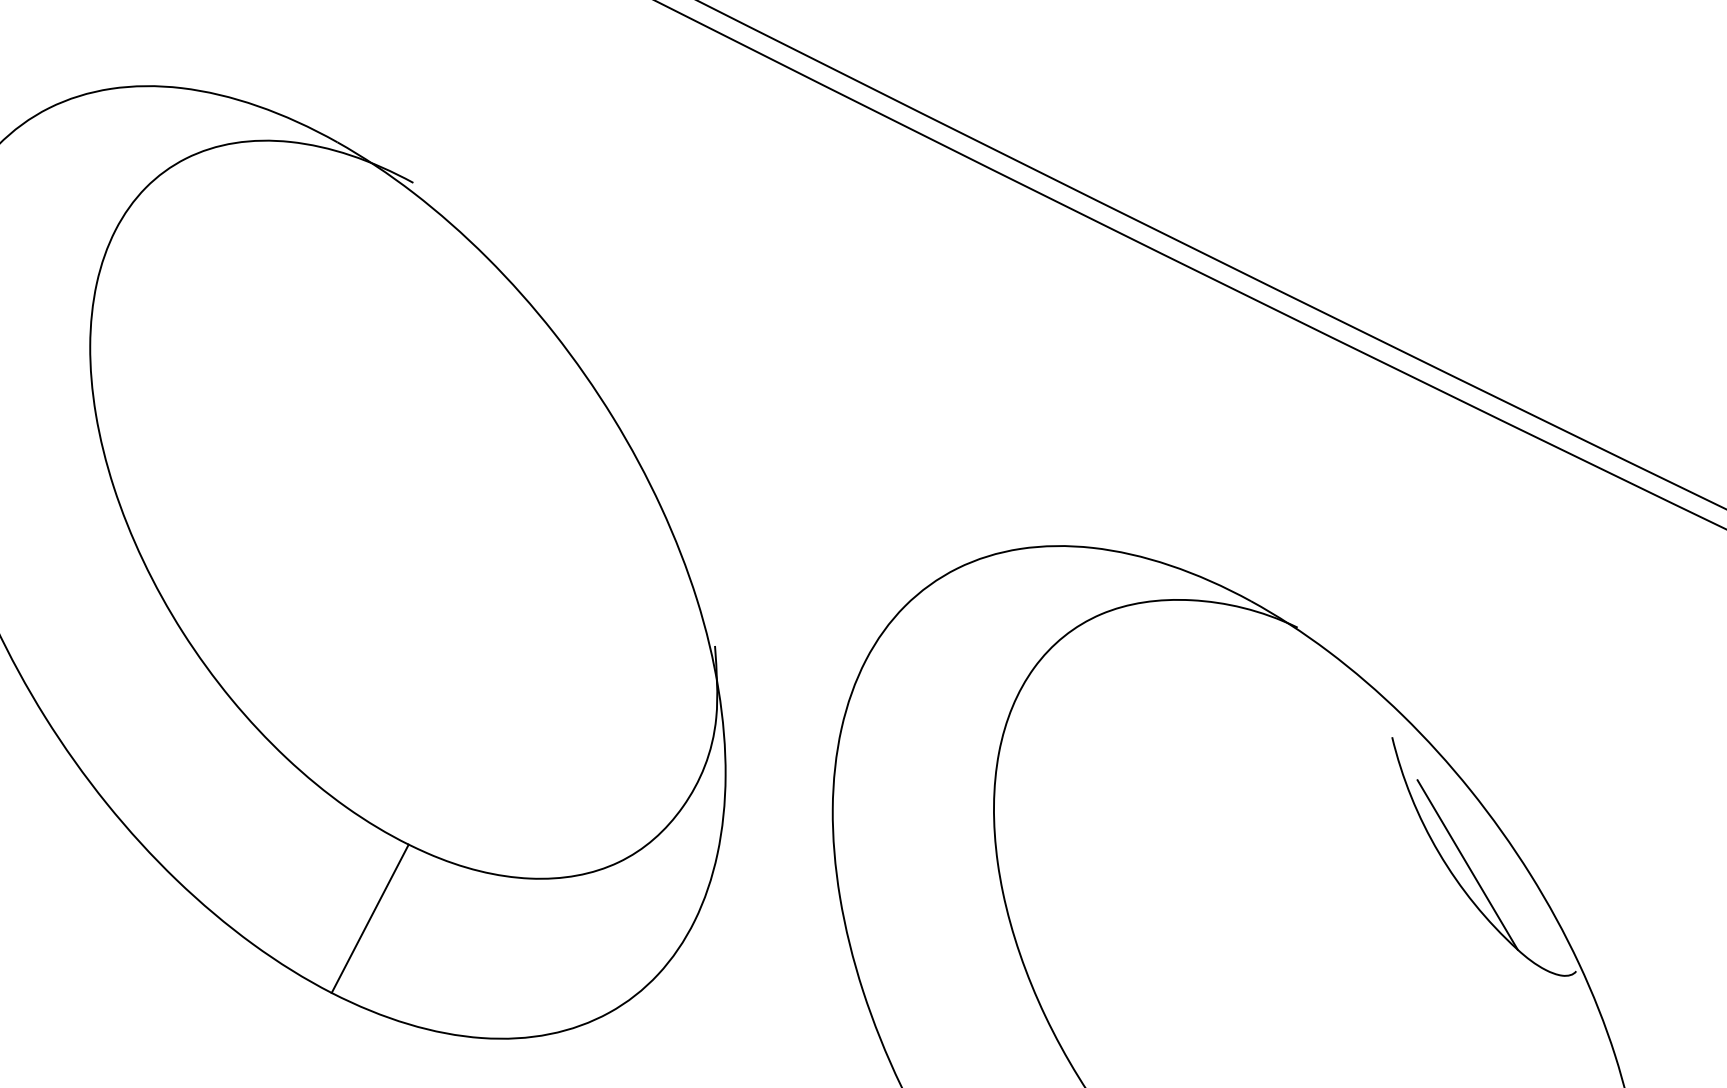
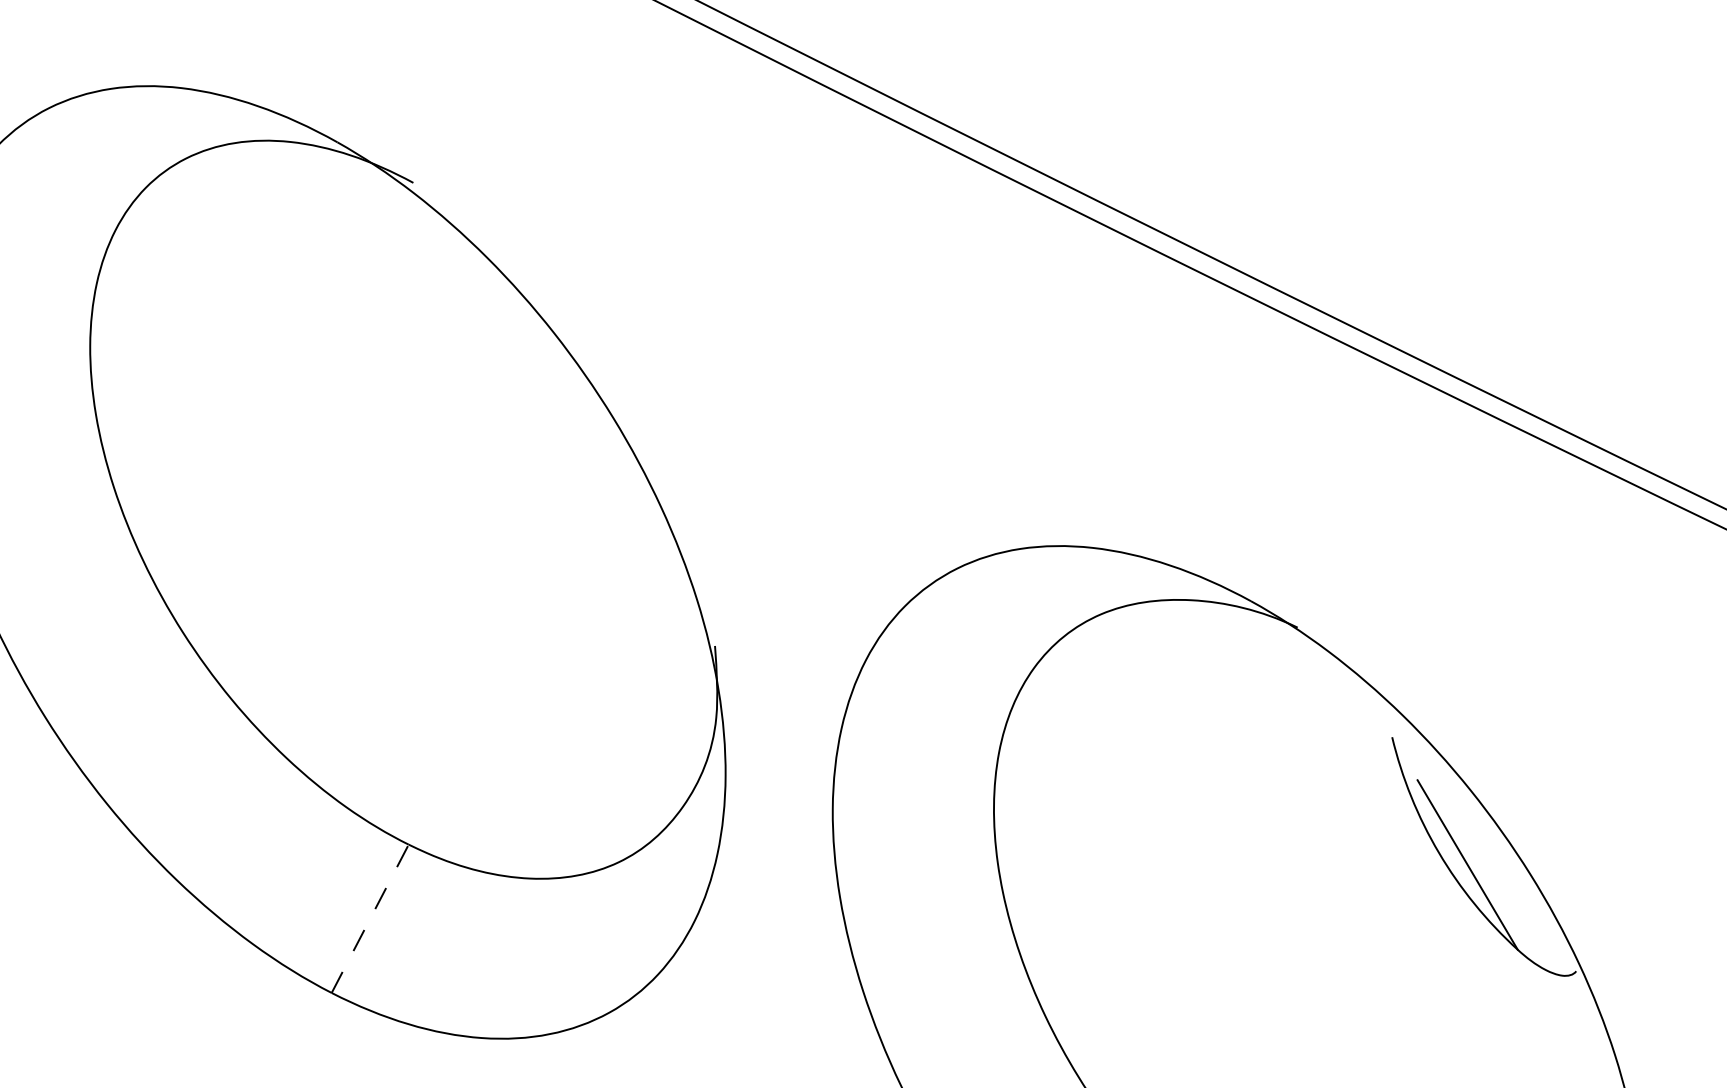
line at (370, 918): solid -> dashed
